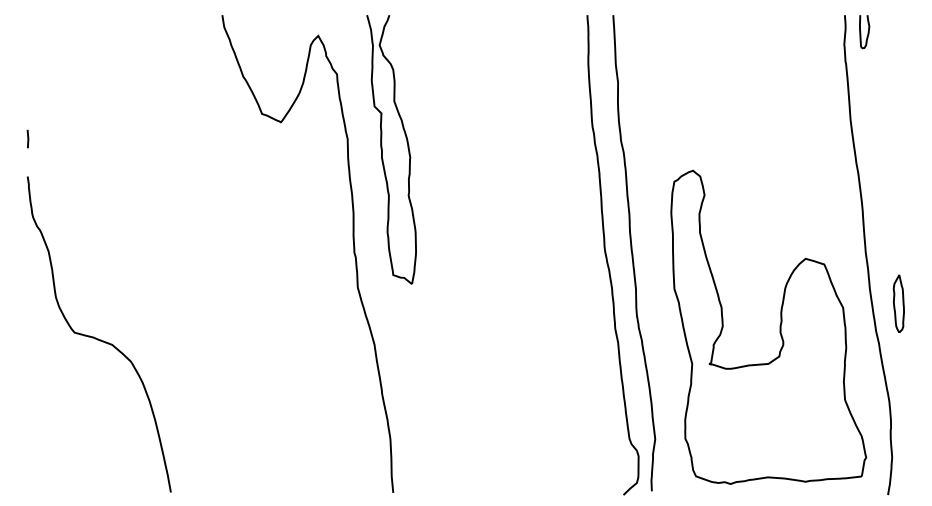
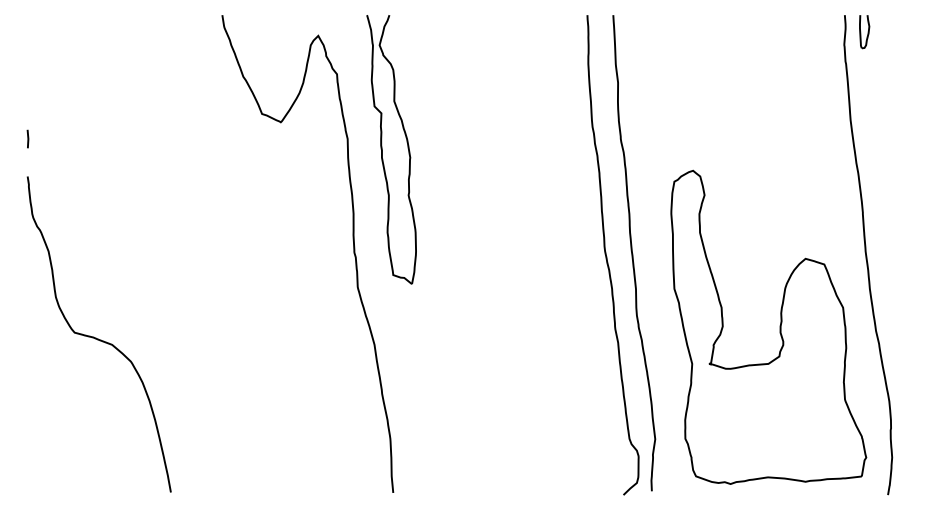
part at (898, 303): present -> none
